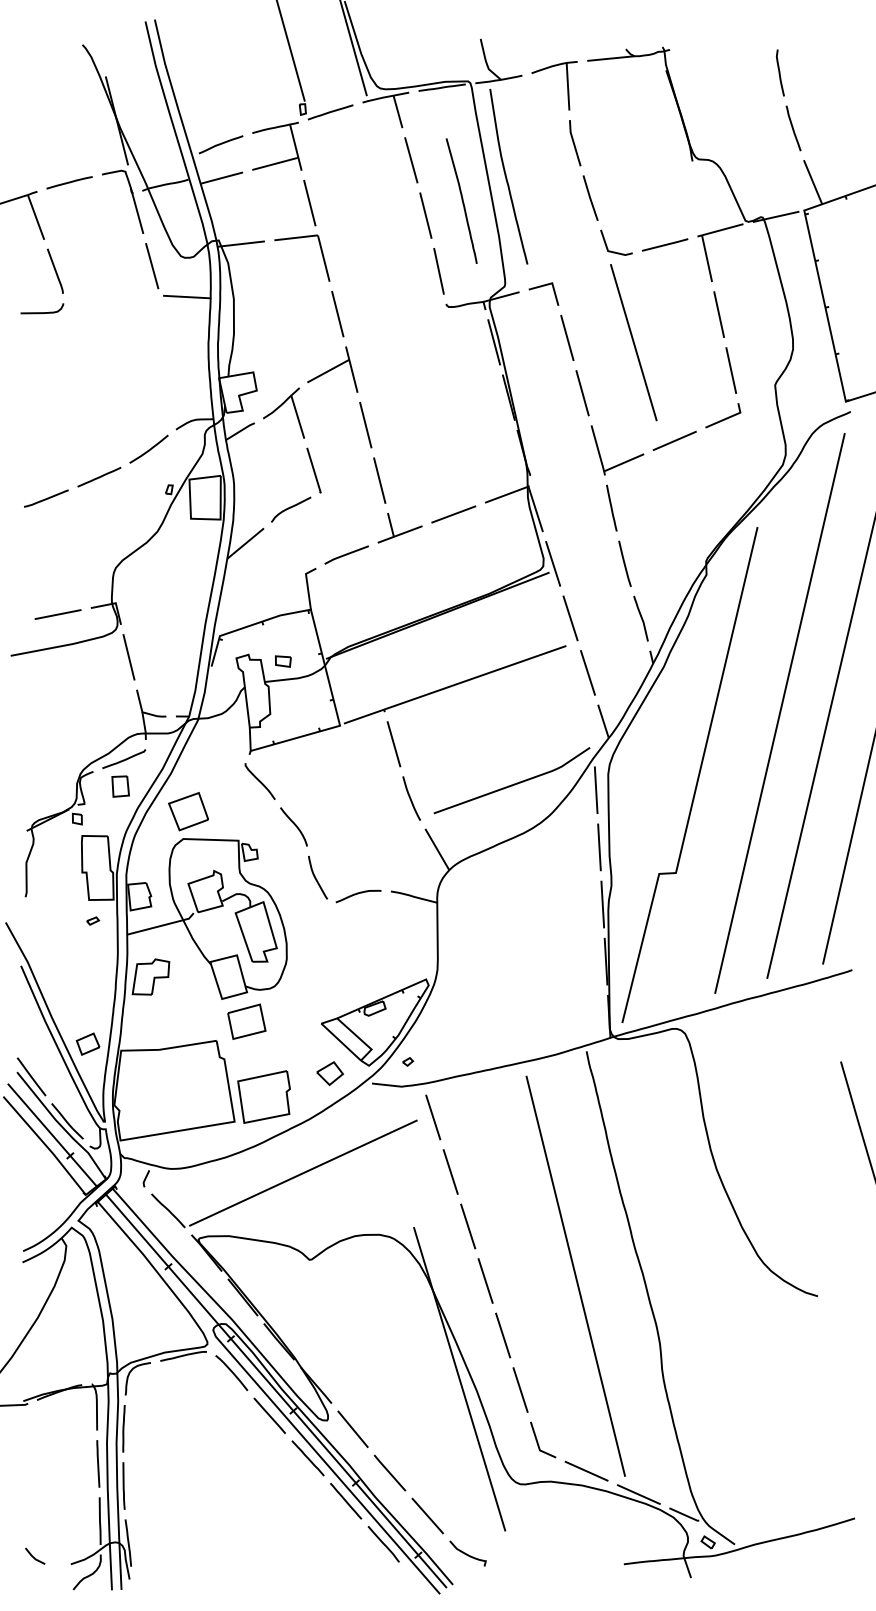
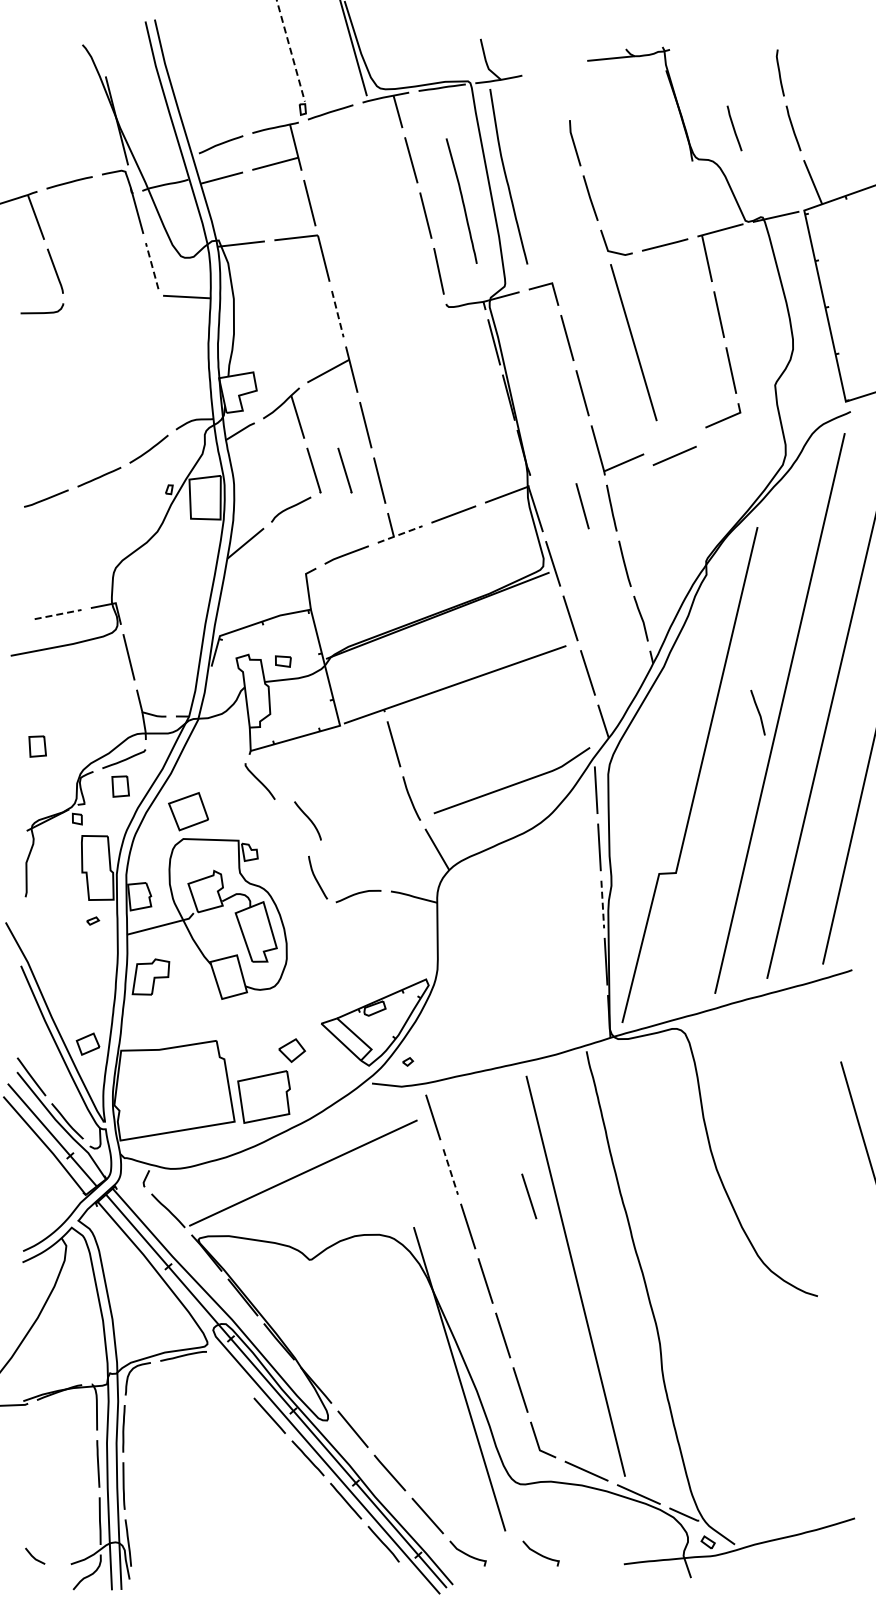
line at (291, 51): solid -> dashed
part at (566, 82): present -> none
line at (734, 128): none -> present
line at (152, 266): solid -> dashed
line at (337, 314): solid -> dashed
line at (674, 440) position: (674, 440) -> (674, 455)
line at (344, 470): none -> present
line at (582, 506): none -> present
line at (400, 534): solid -> dashed
line at (58, 614): solid -> dashed
curve at (757, 711): none -> present
part at (37, 746): none -> present
curve at (294, 825) position: (294, 825) -> (308, 819)
line at (602, 904): solid -> dashed
part at (246, 1021): present -> none
part at (329, 1073) position: (329, 1073) -> (291, 1050)
line at (450, 1171): solid -> dashed
line at (529, 1196): none -> present
curve at (231, 1372): present -> none
curve at (540, 1553): none -> present
